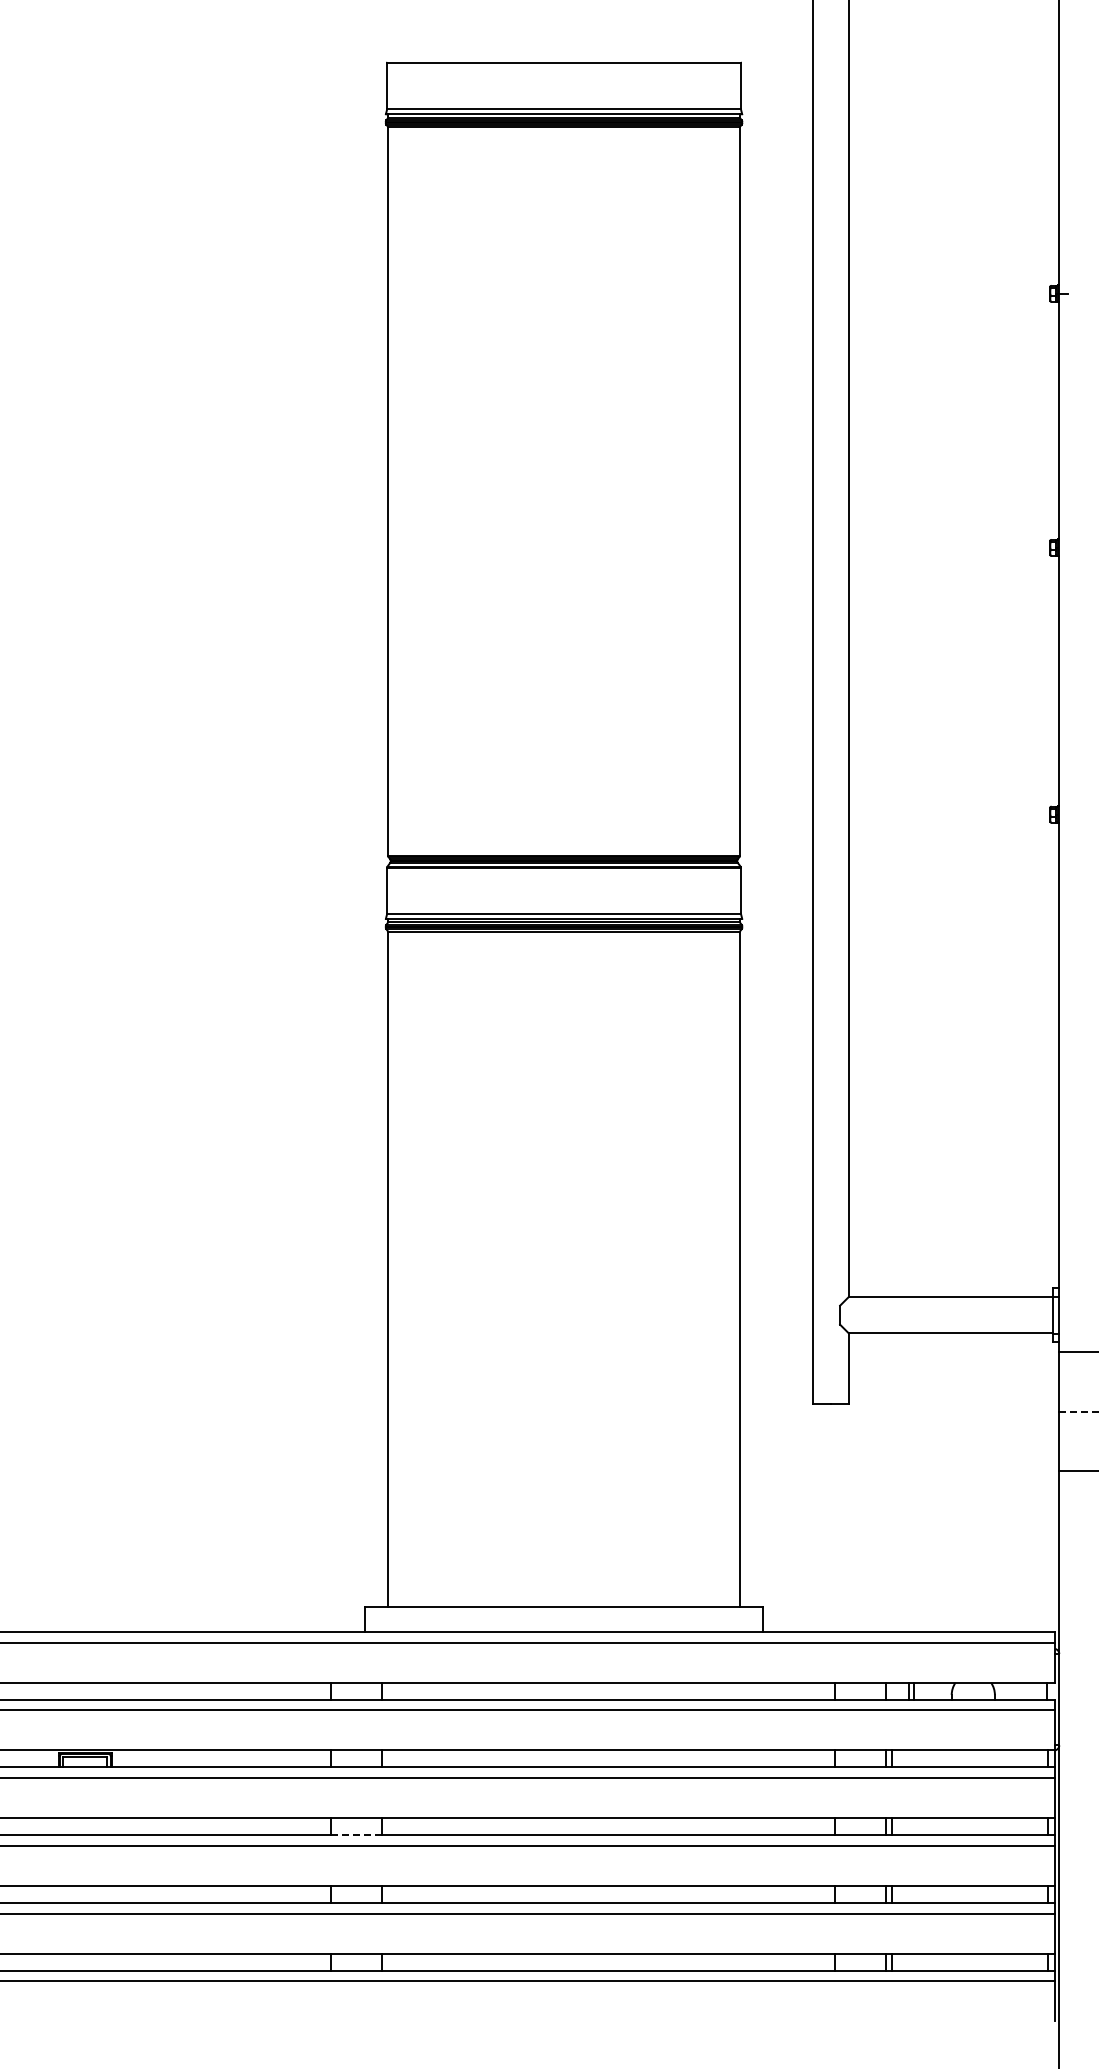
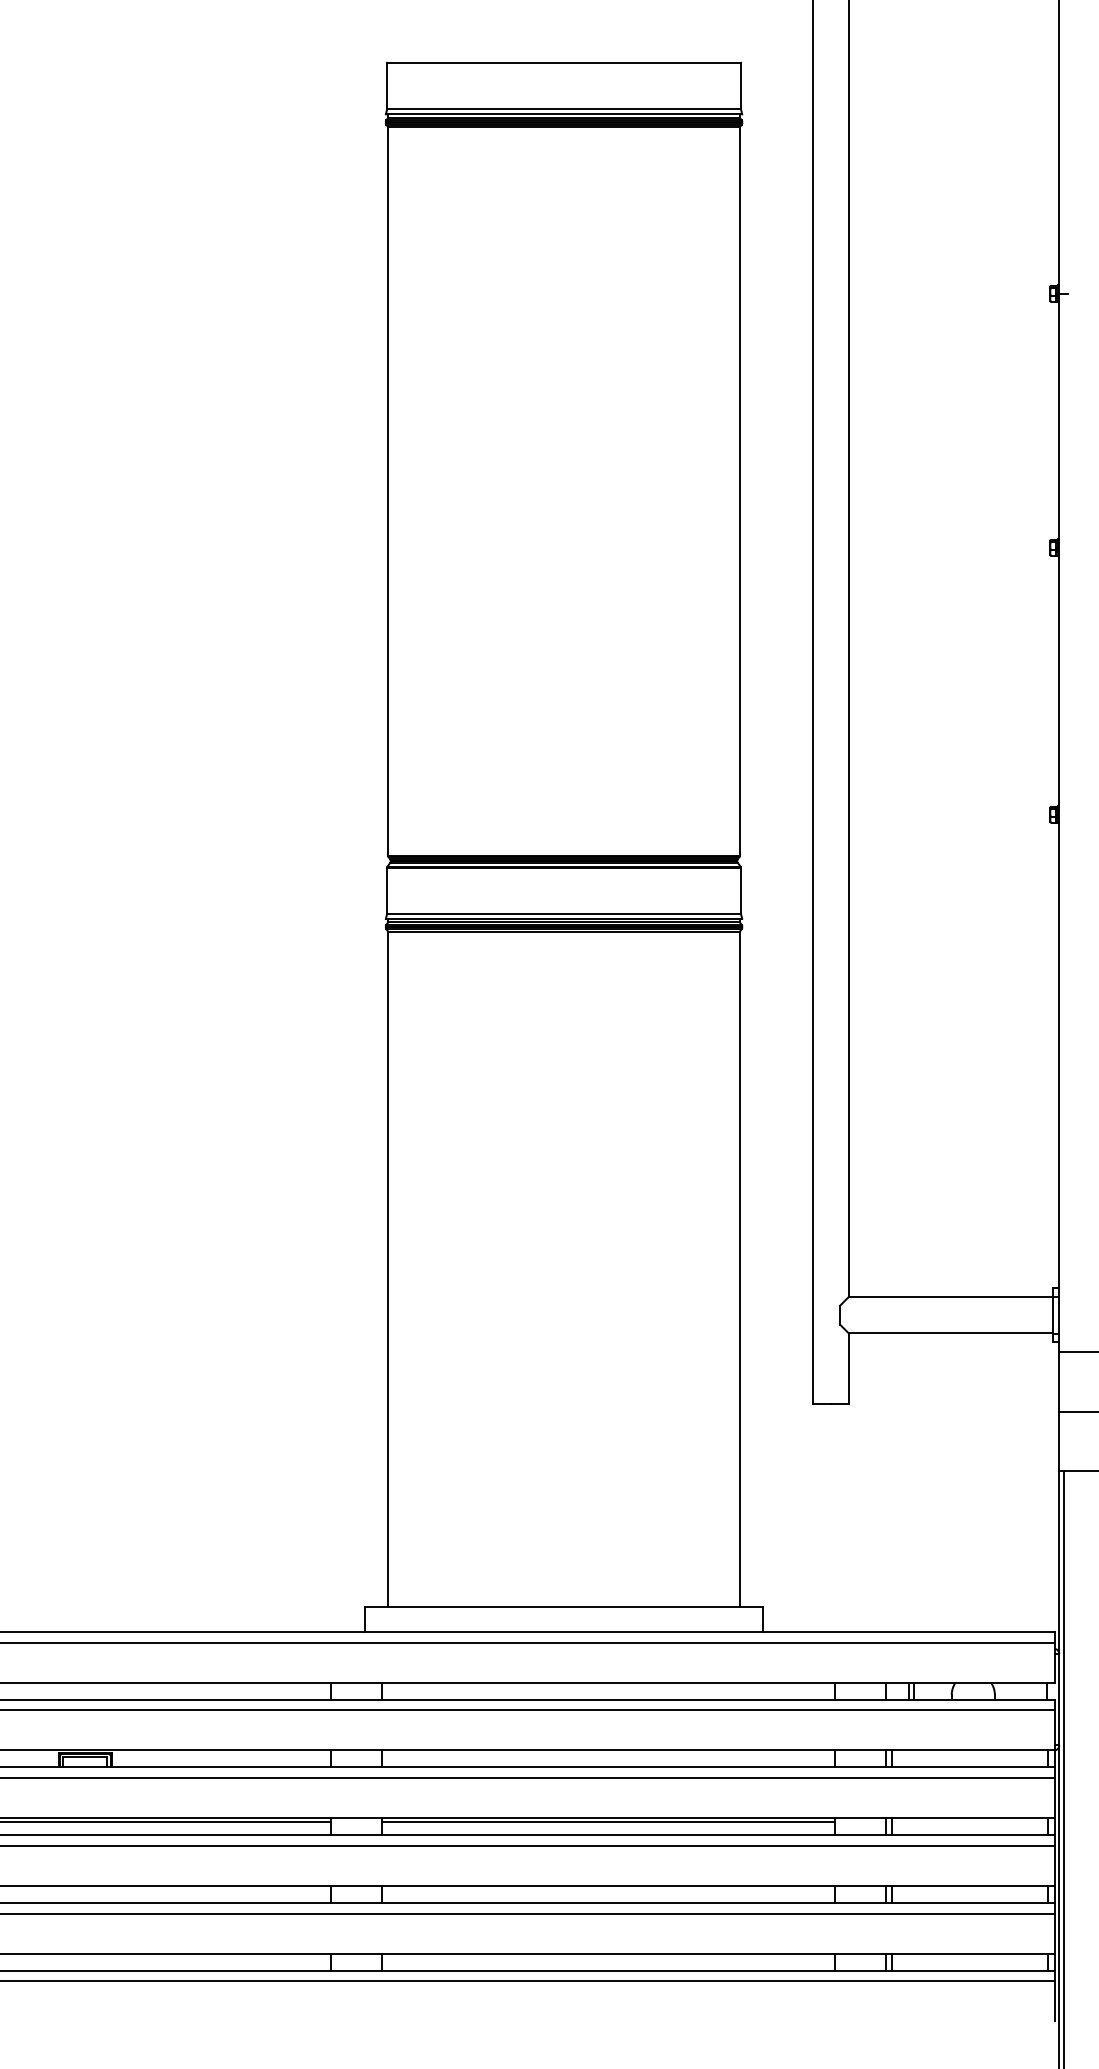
line at (1079, 1411): dashed -> solid
line at (1064, 1768): none -> present
line at (166, 1822): none -> present
line at (607, 1822): none -> present
line at (356, 1835): dashed -> solid
